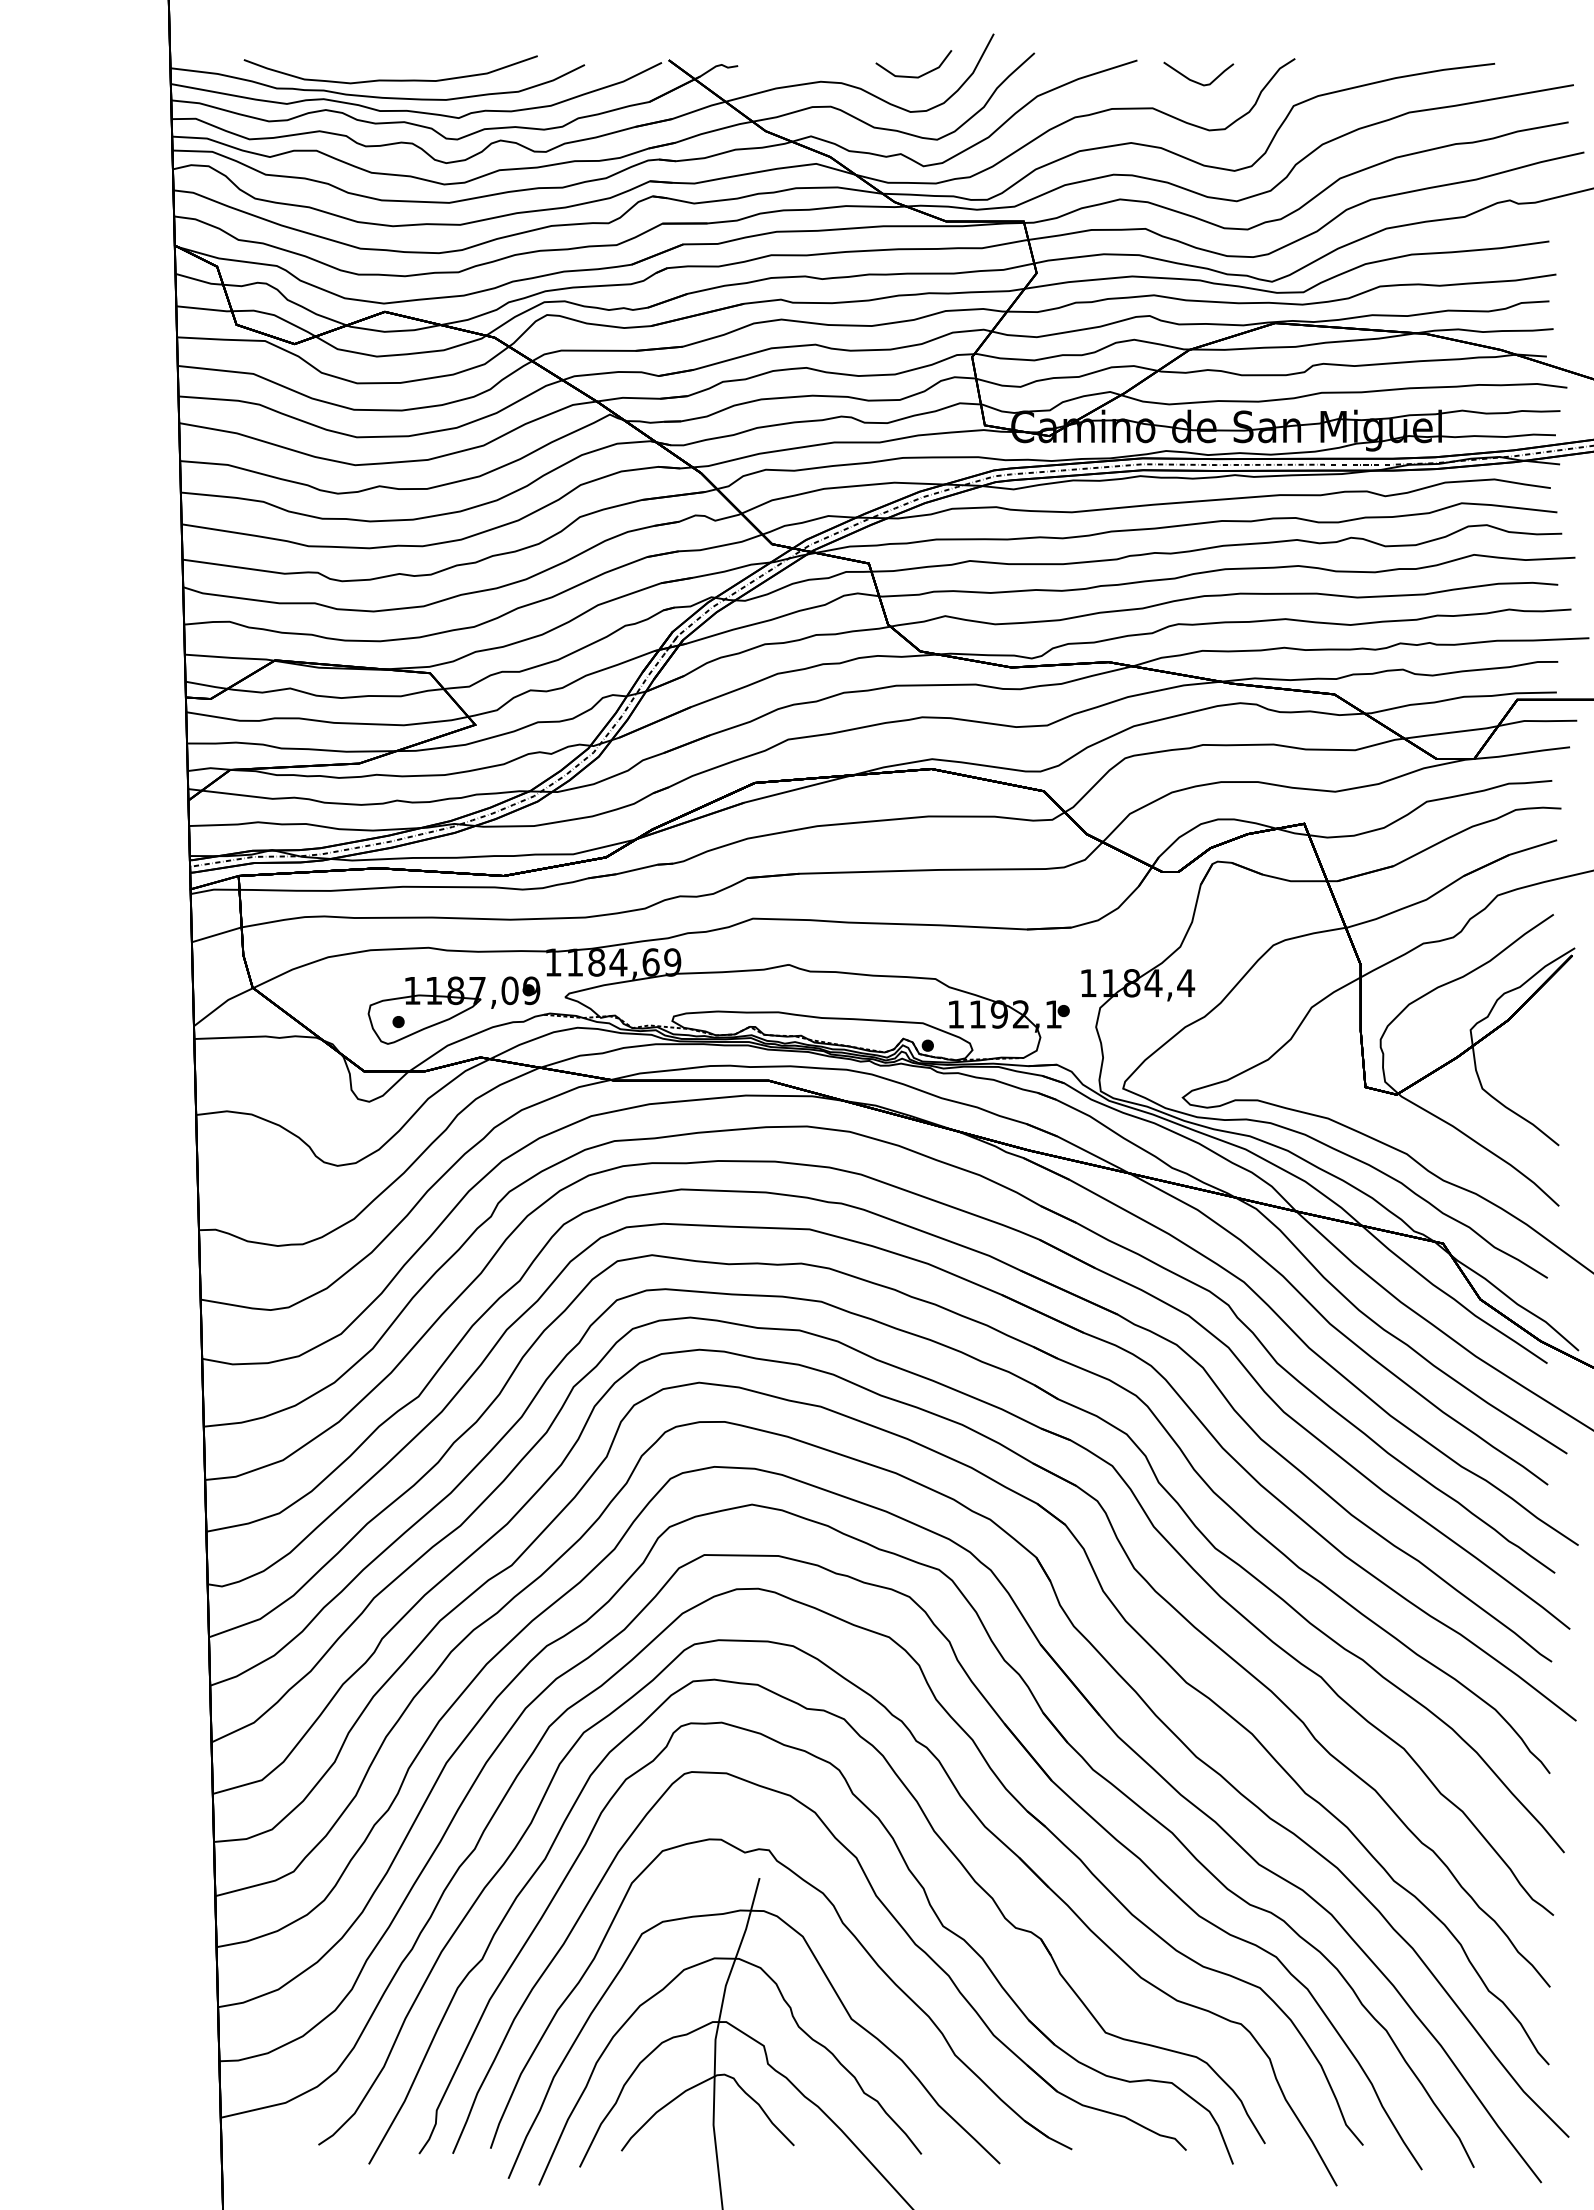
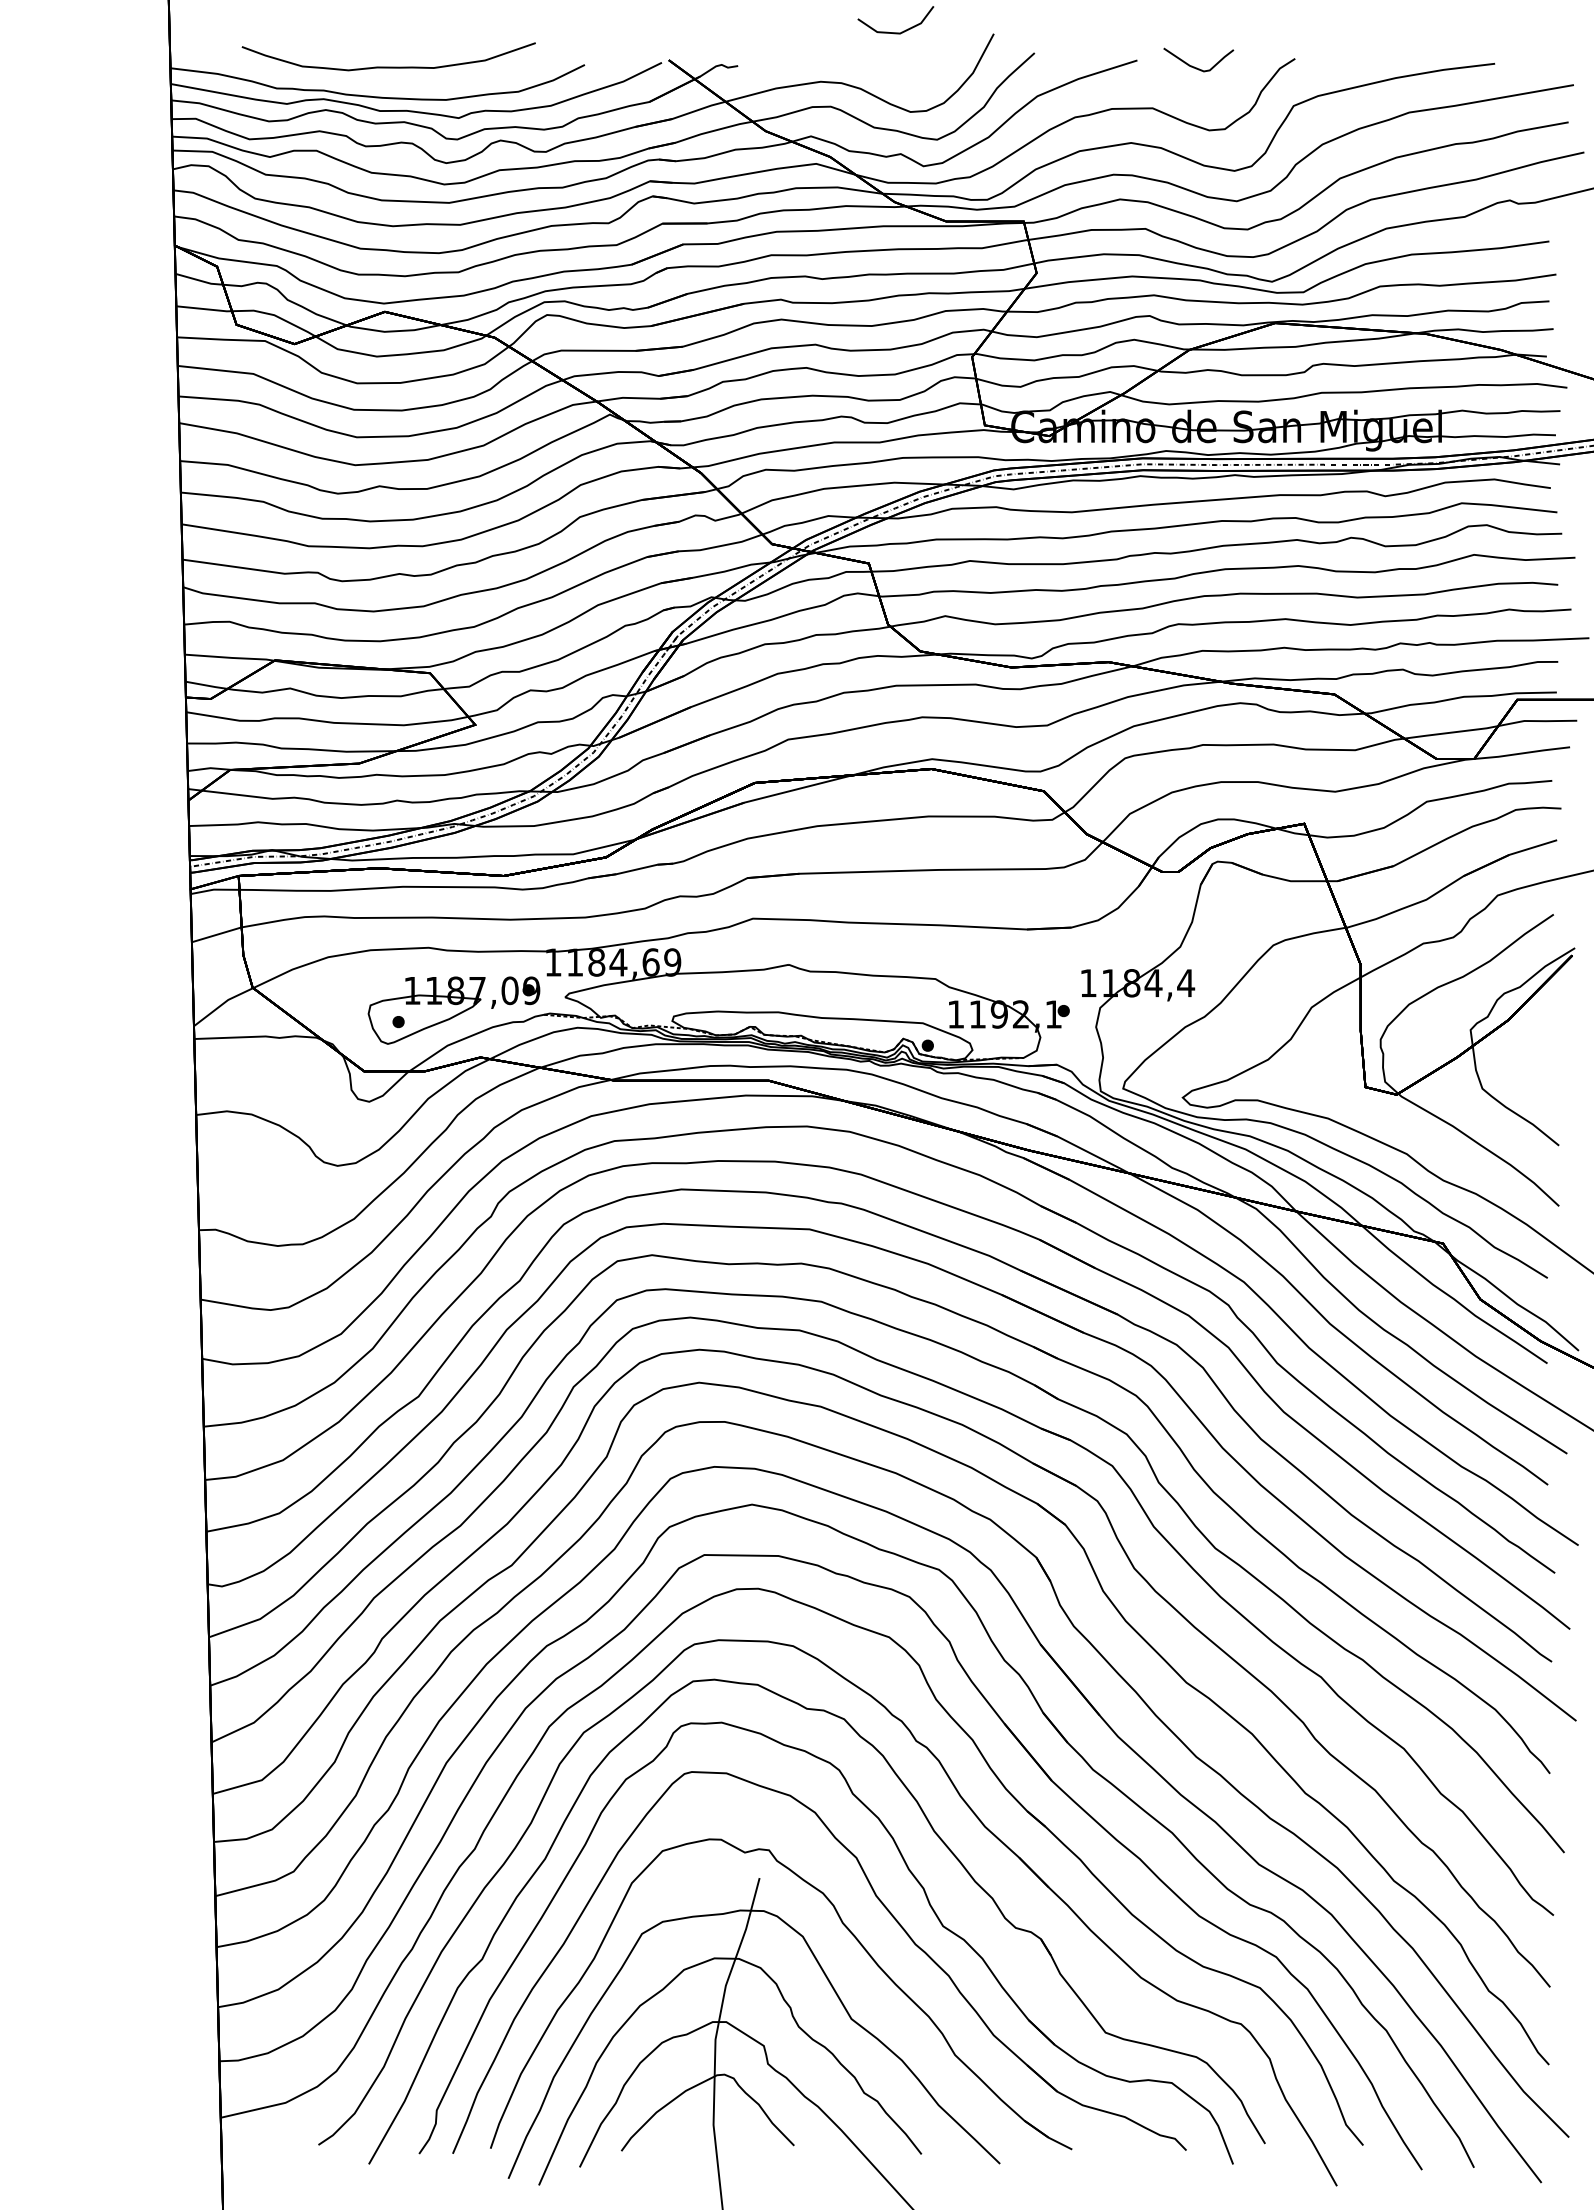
line at (913, 76) position: (913, 76) -> (895, 32)
curve at (390, 79) position: (390, 79) -> (388, 66)
curve at (1194, 80) position: (1194, 80) -> (1194, 66)
